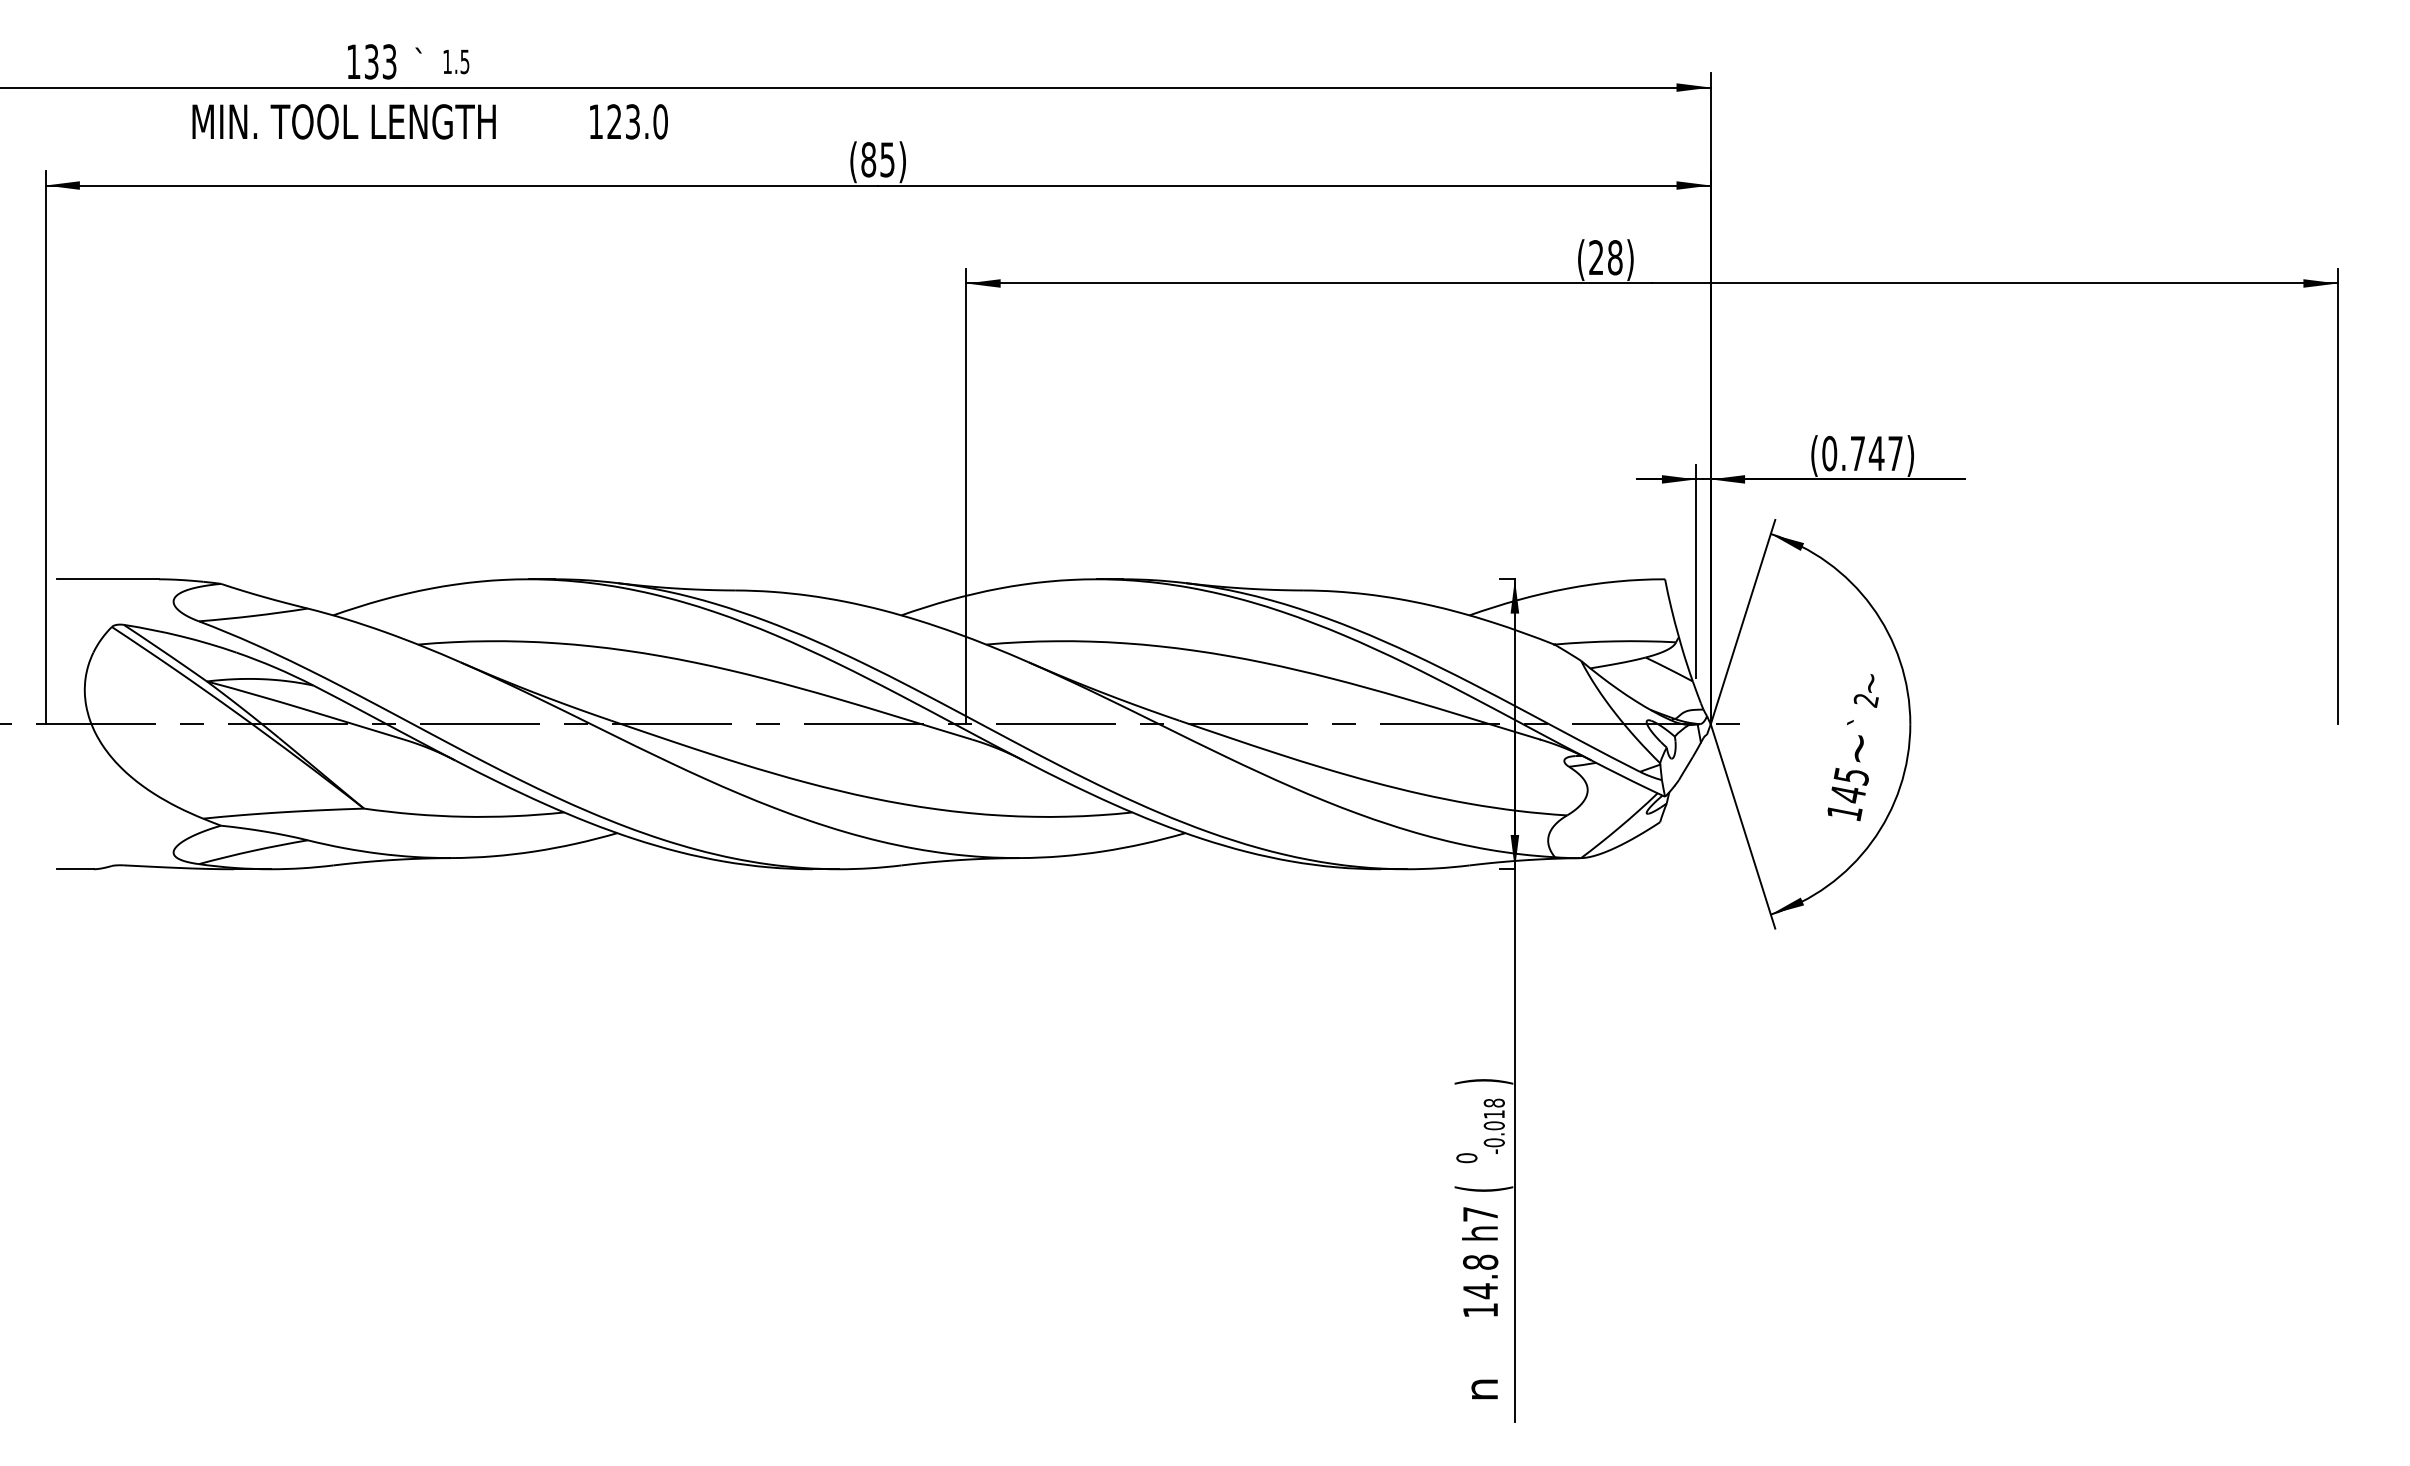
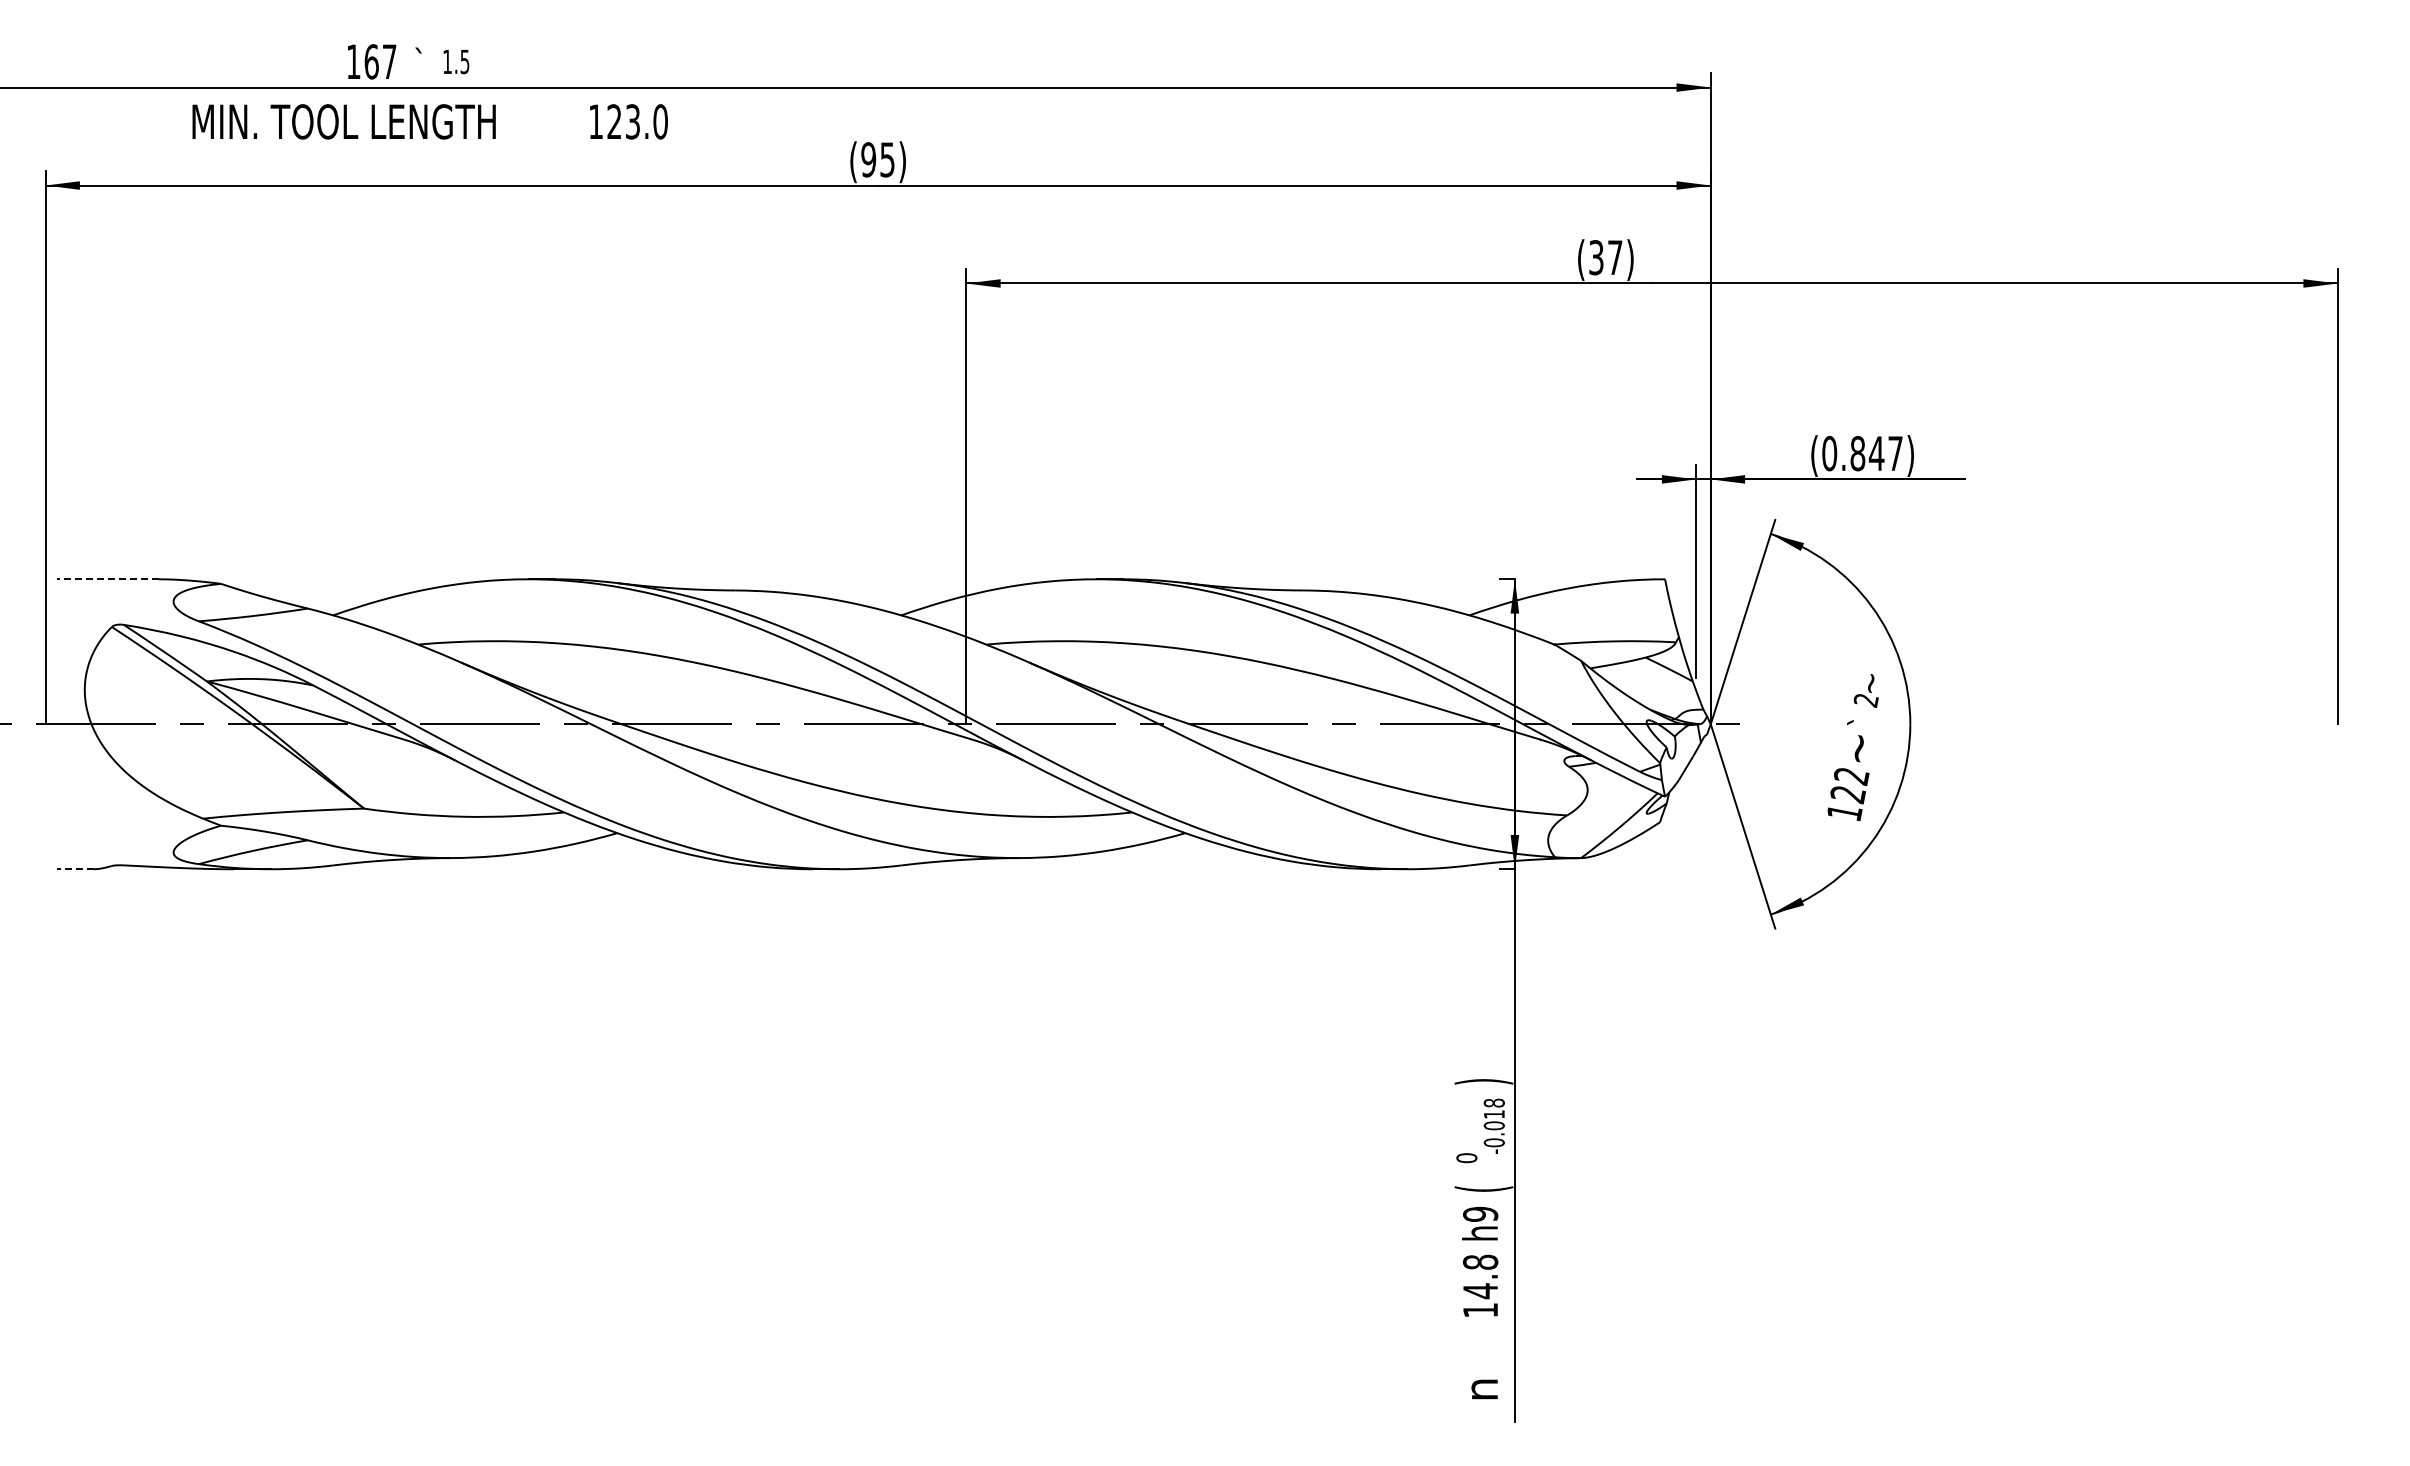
text at (380, 61): 133 -> 167
text at (868, 159): (85) -> (95)
text at (1605, 257): (28) -> (37)
text at (1857, 453): (0.747) -> (0.847)
line at (108, 579): solid -> dashed
text at (1849, 785): 145 -> 122
line at (75, 869): solid -> dashed
text at (1480, 1213): h7 -> h9
